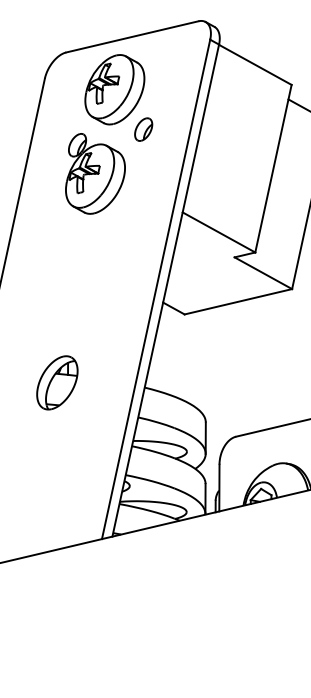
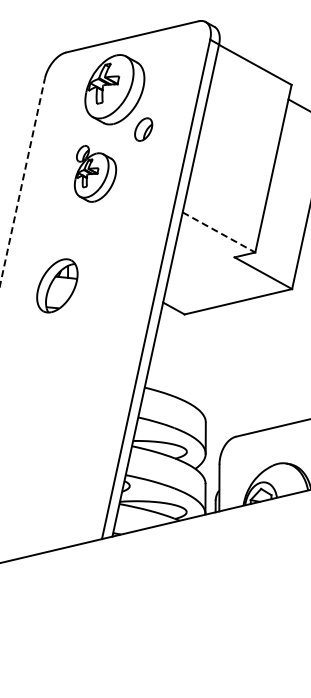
part at (95, 173) size: 61x82 px -> 44x58 px
line at (22, 181): solid -> dashed
line at (219, 232): solid -> dashed
part at (57, 382) position: (57, 382) -> (57, 285)
